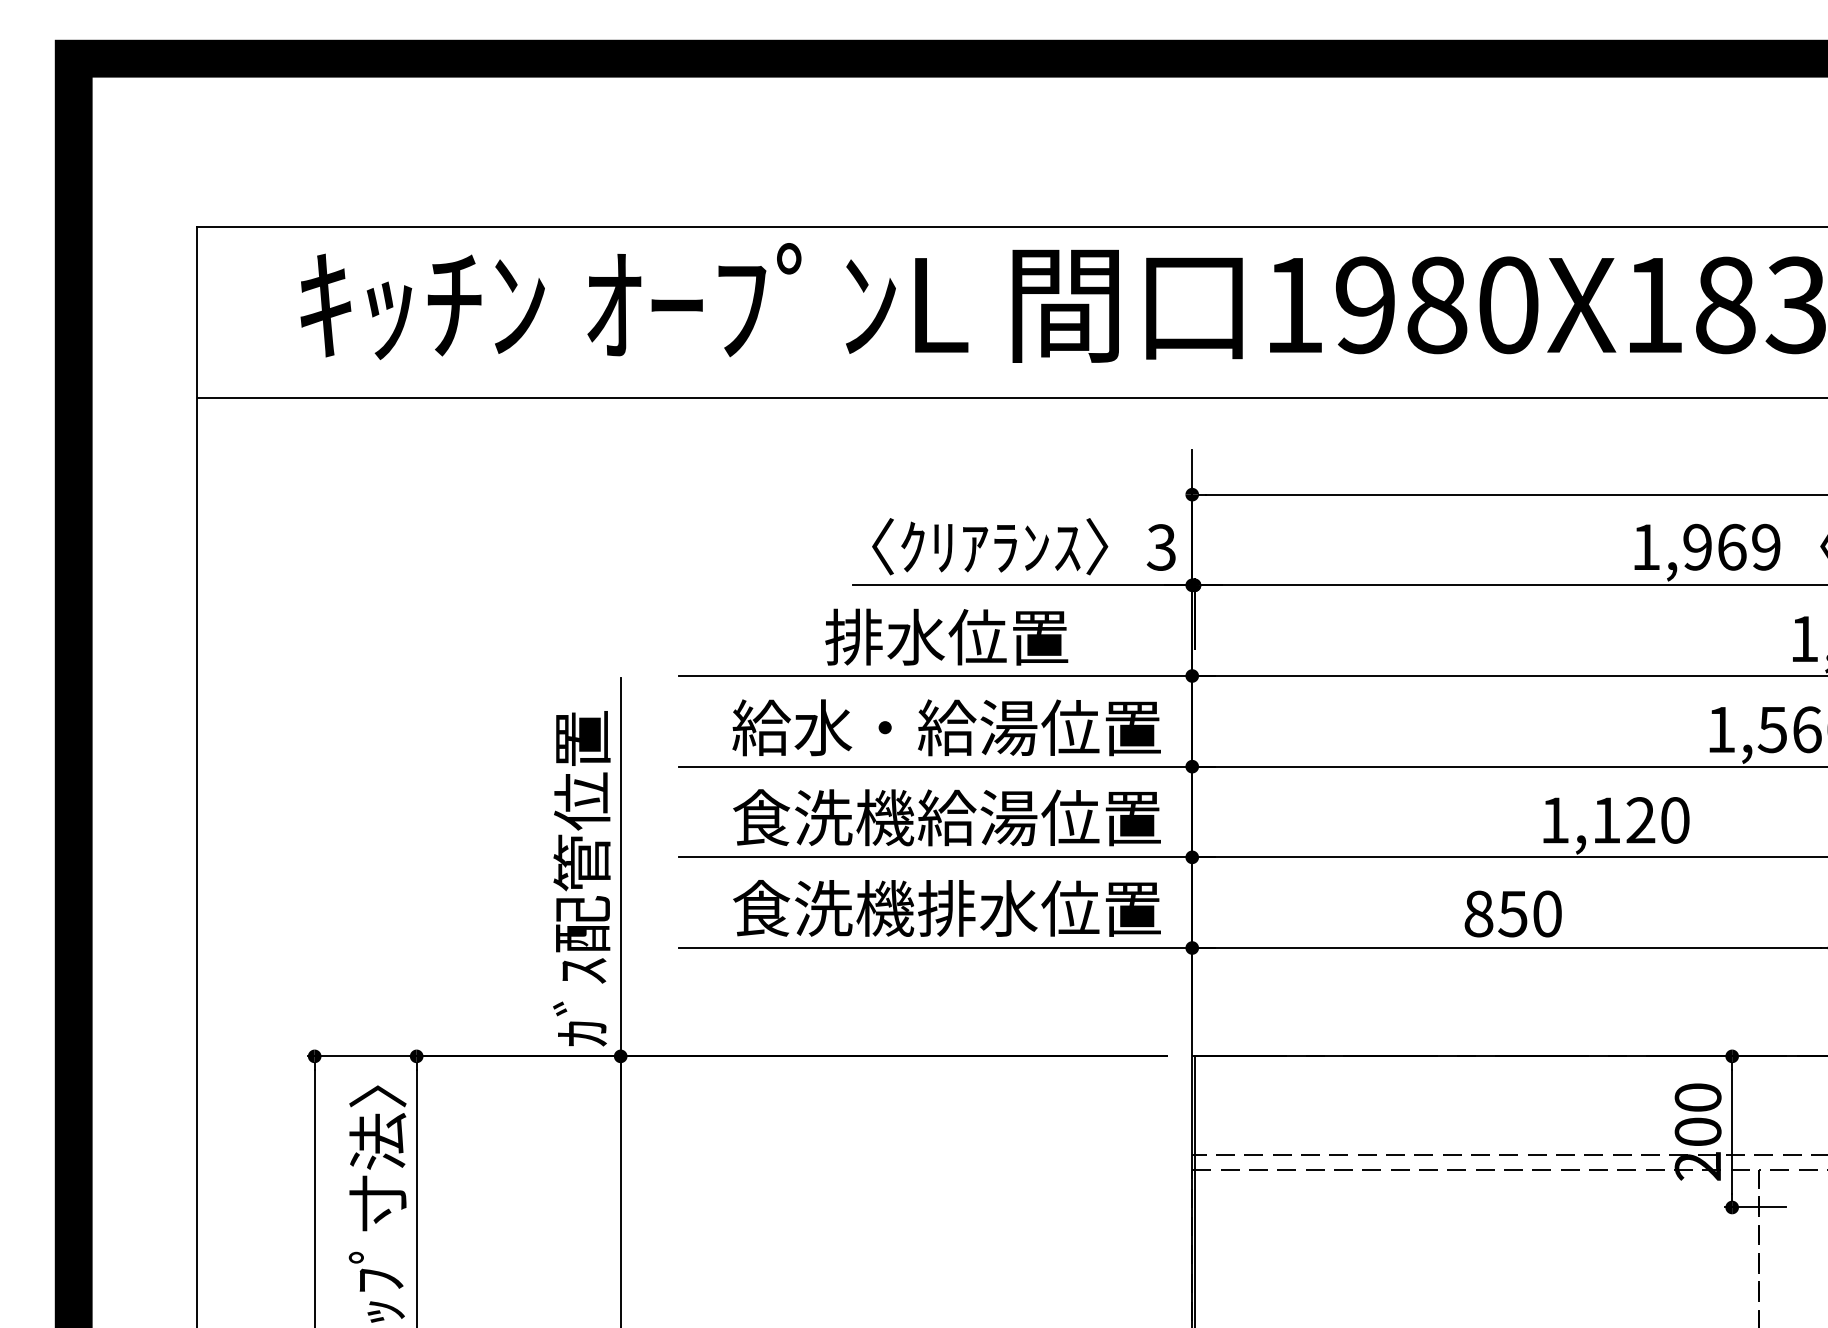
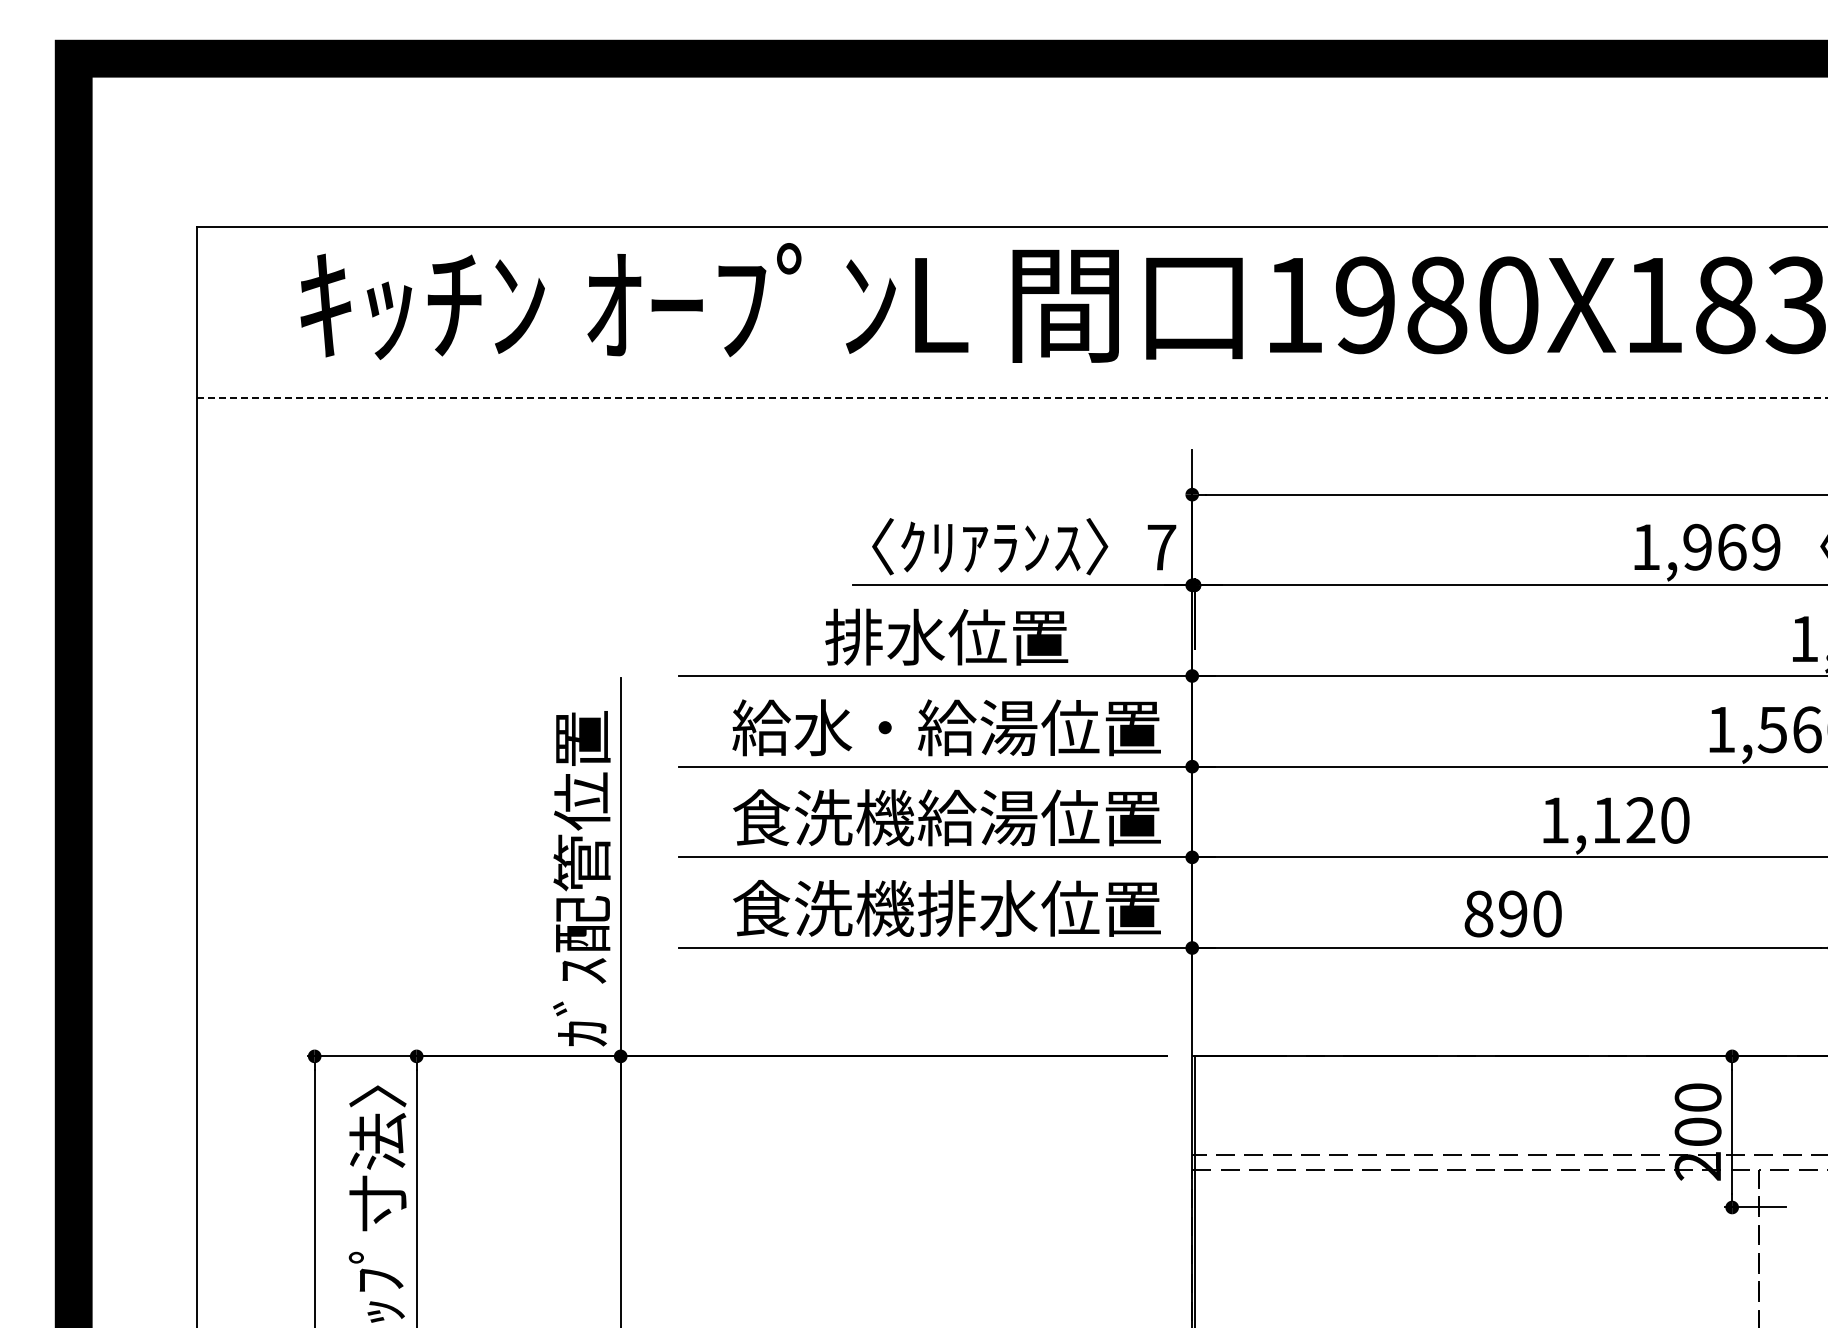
line at (1012, 397): solid -> dashed
text at (1161, 547): 3 -> 7
text at (1512, 913): 850 -> 890
